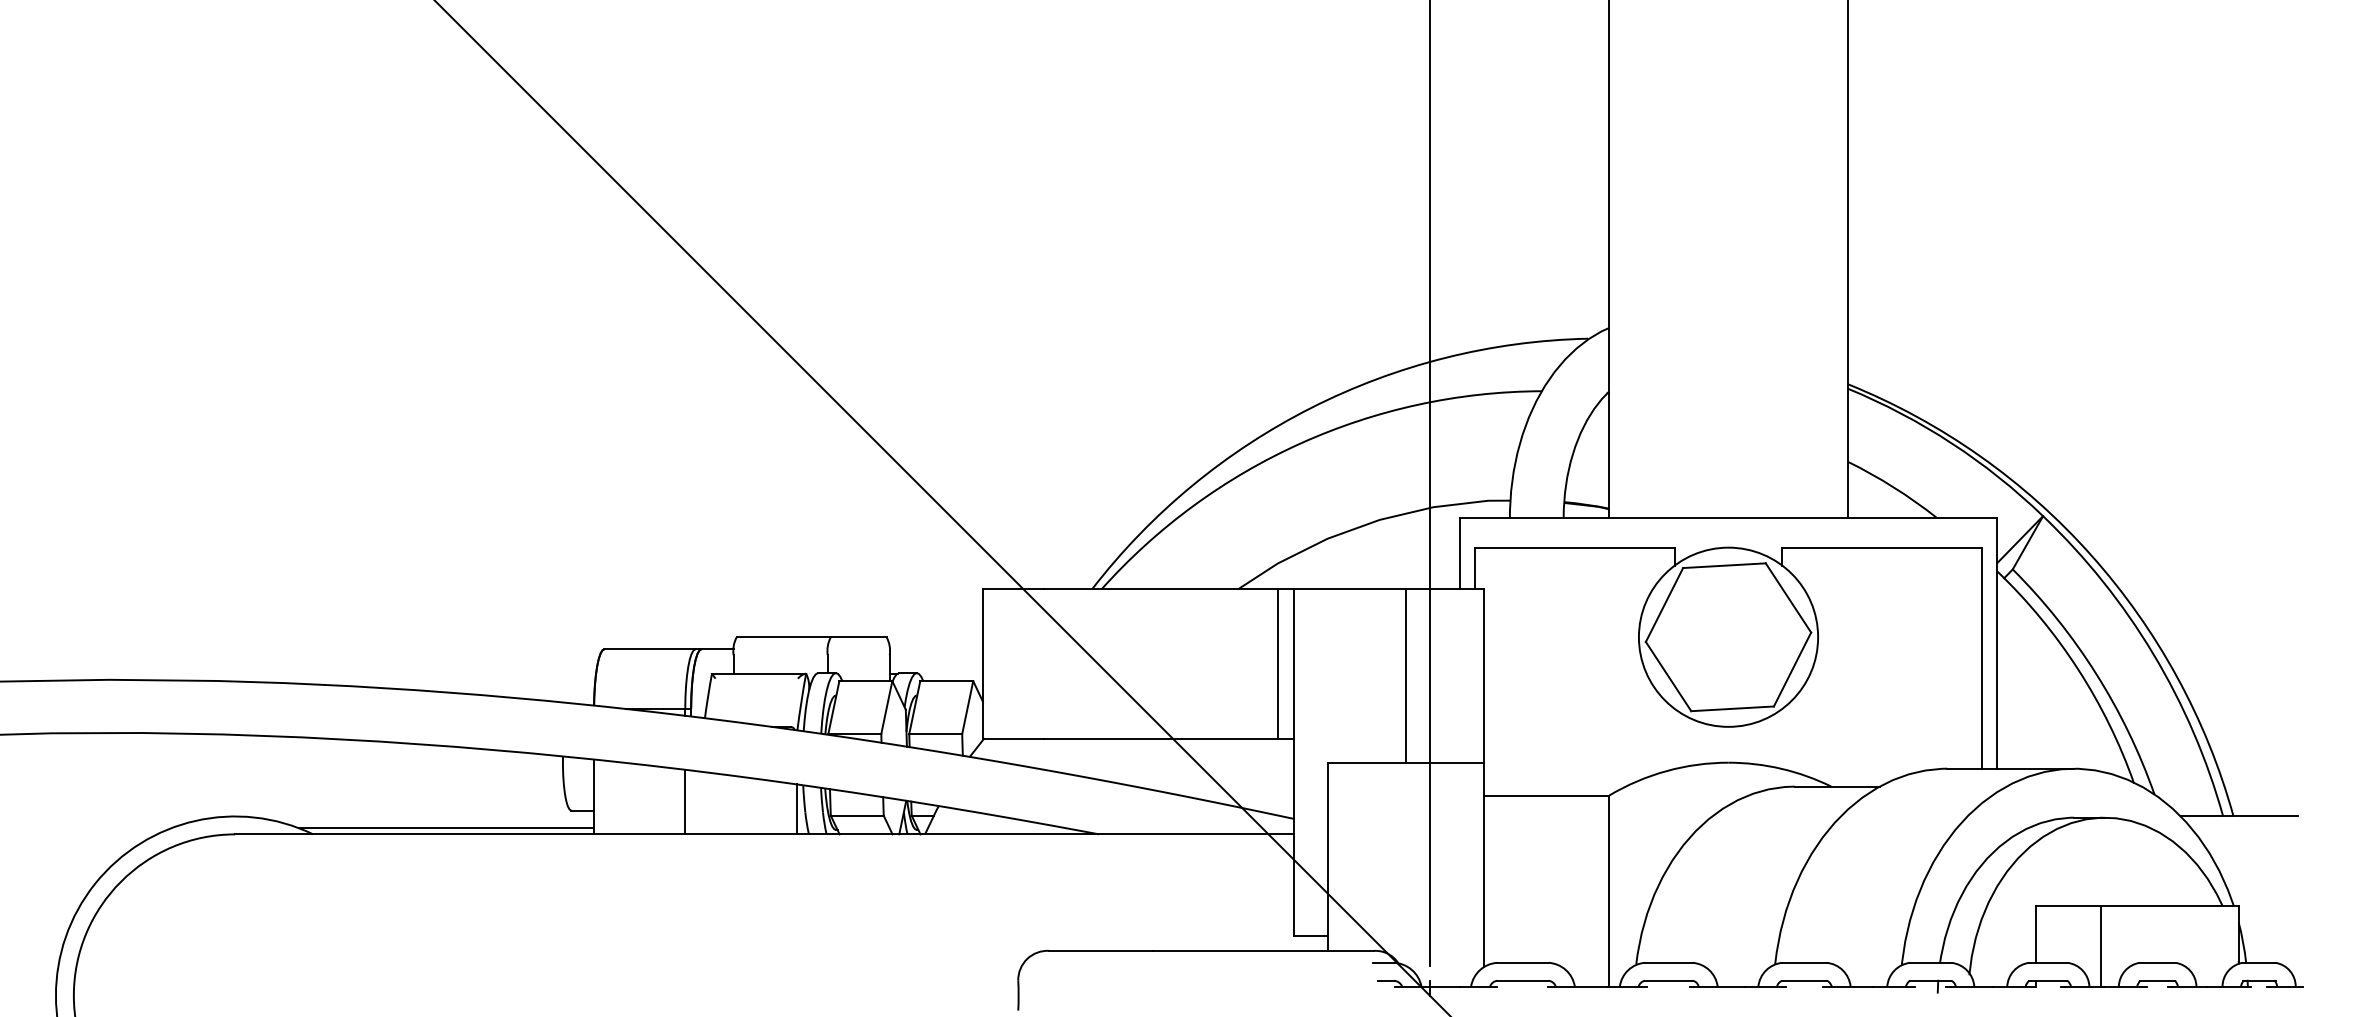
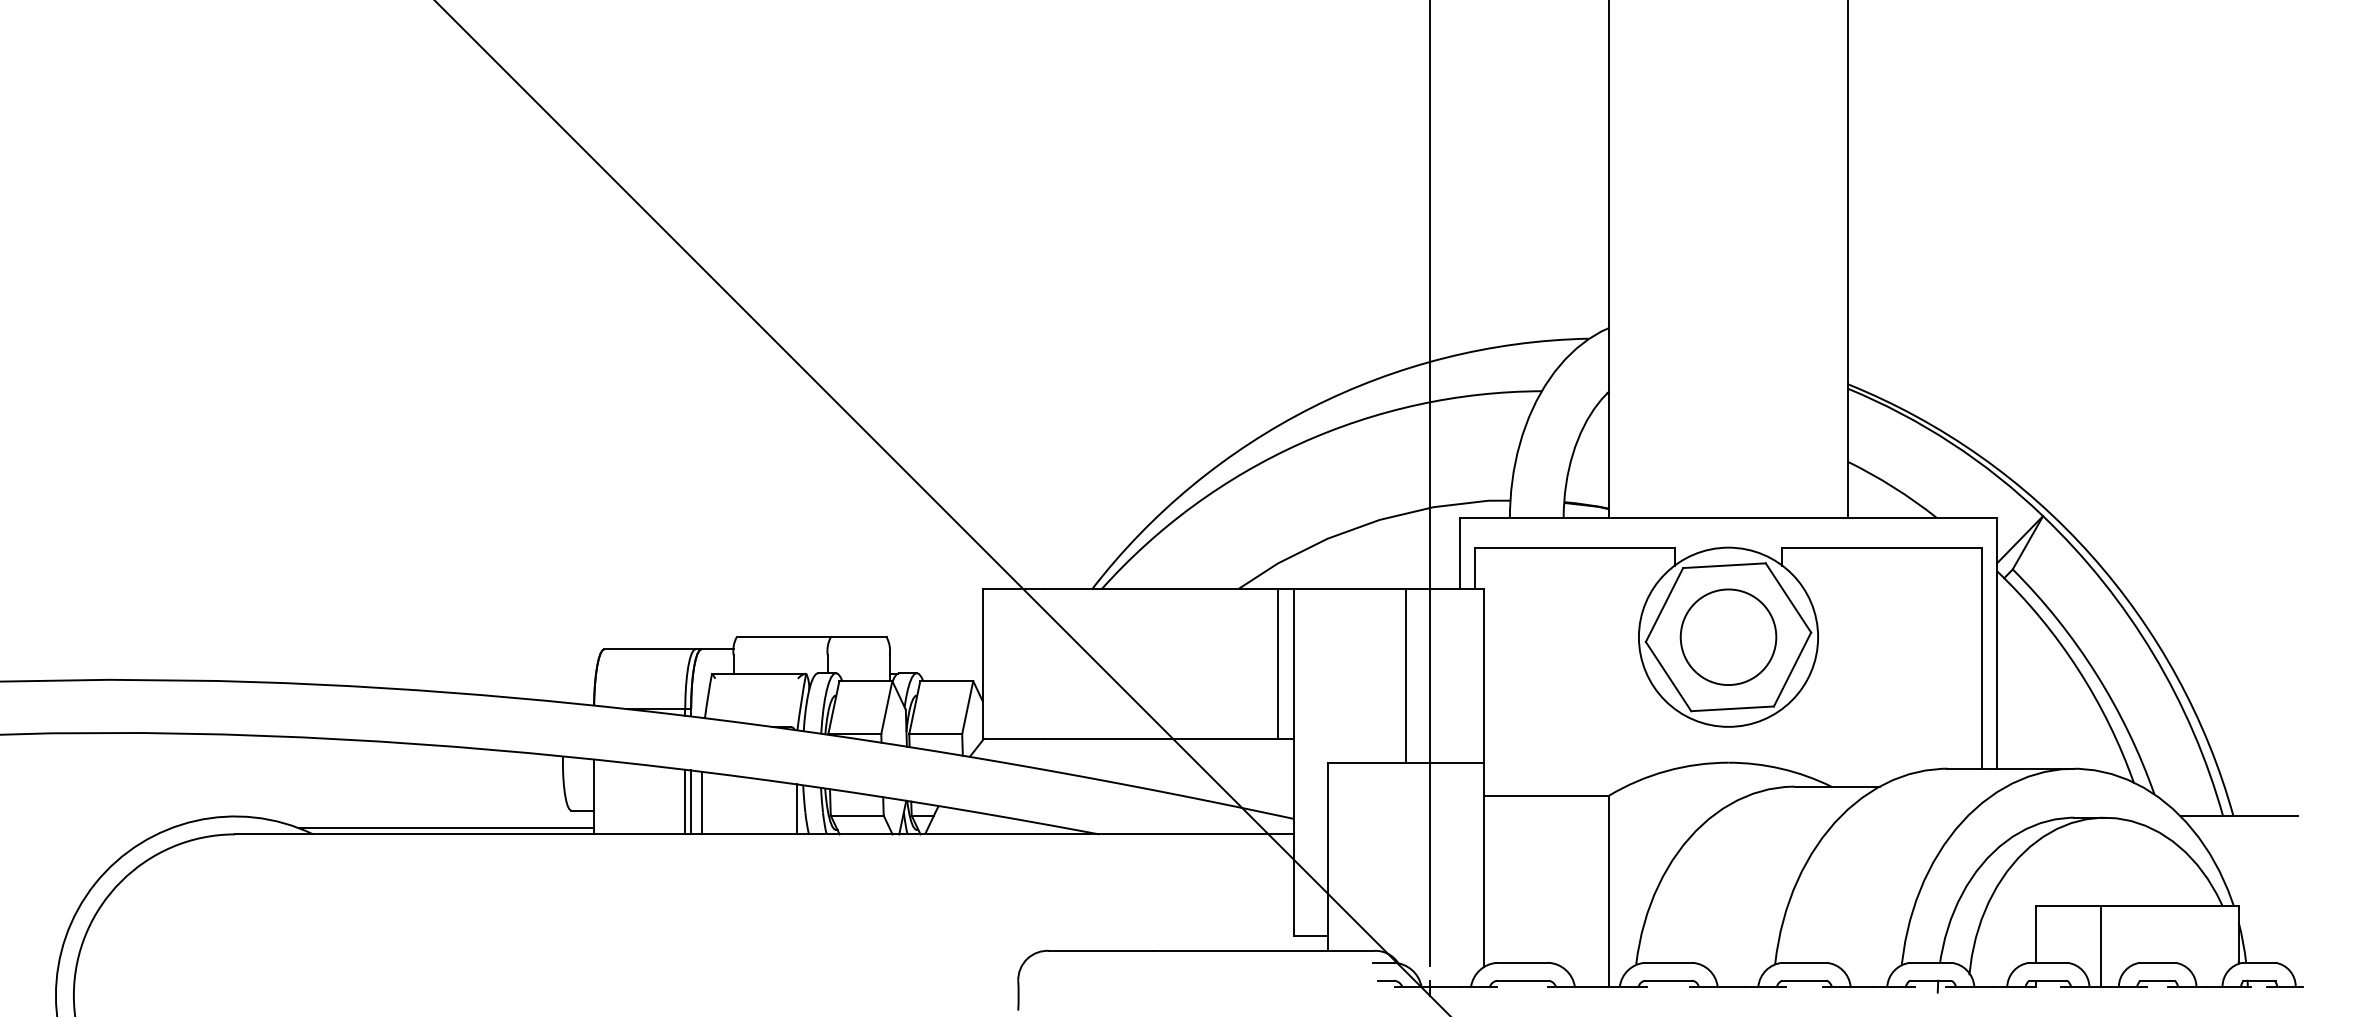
circle at (1728, 636): none -> present
line at (691, 802): none -> present
line at (702, 802): none -> present
